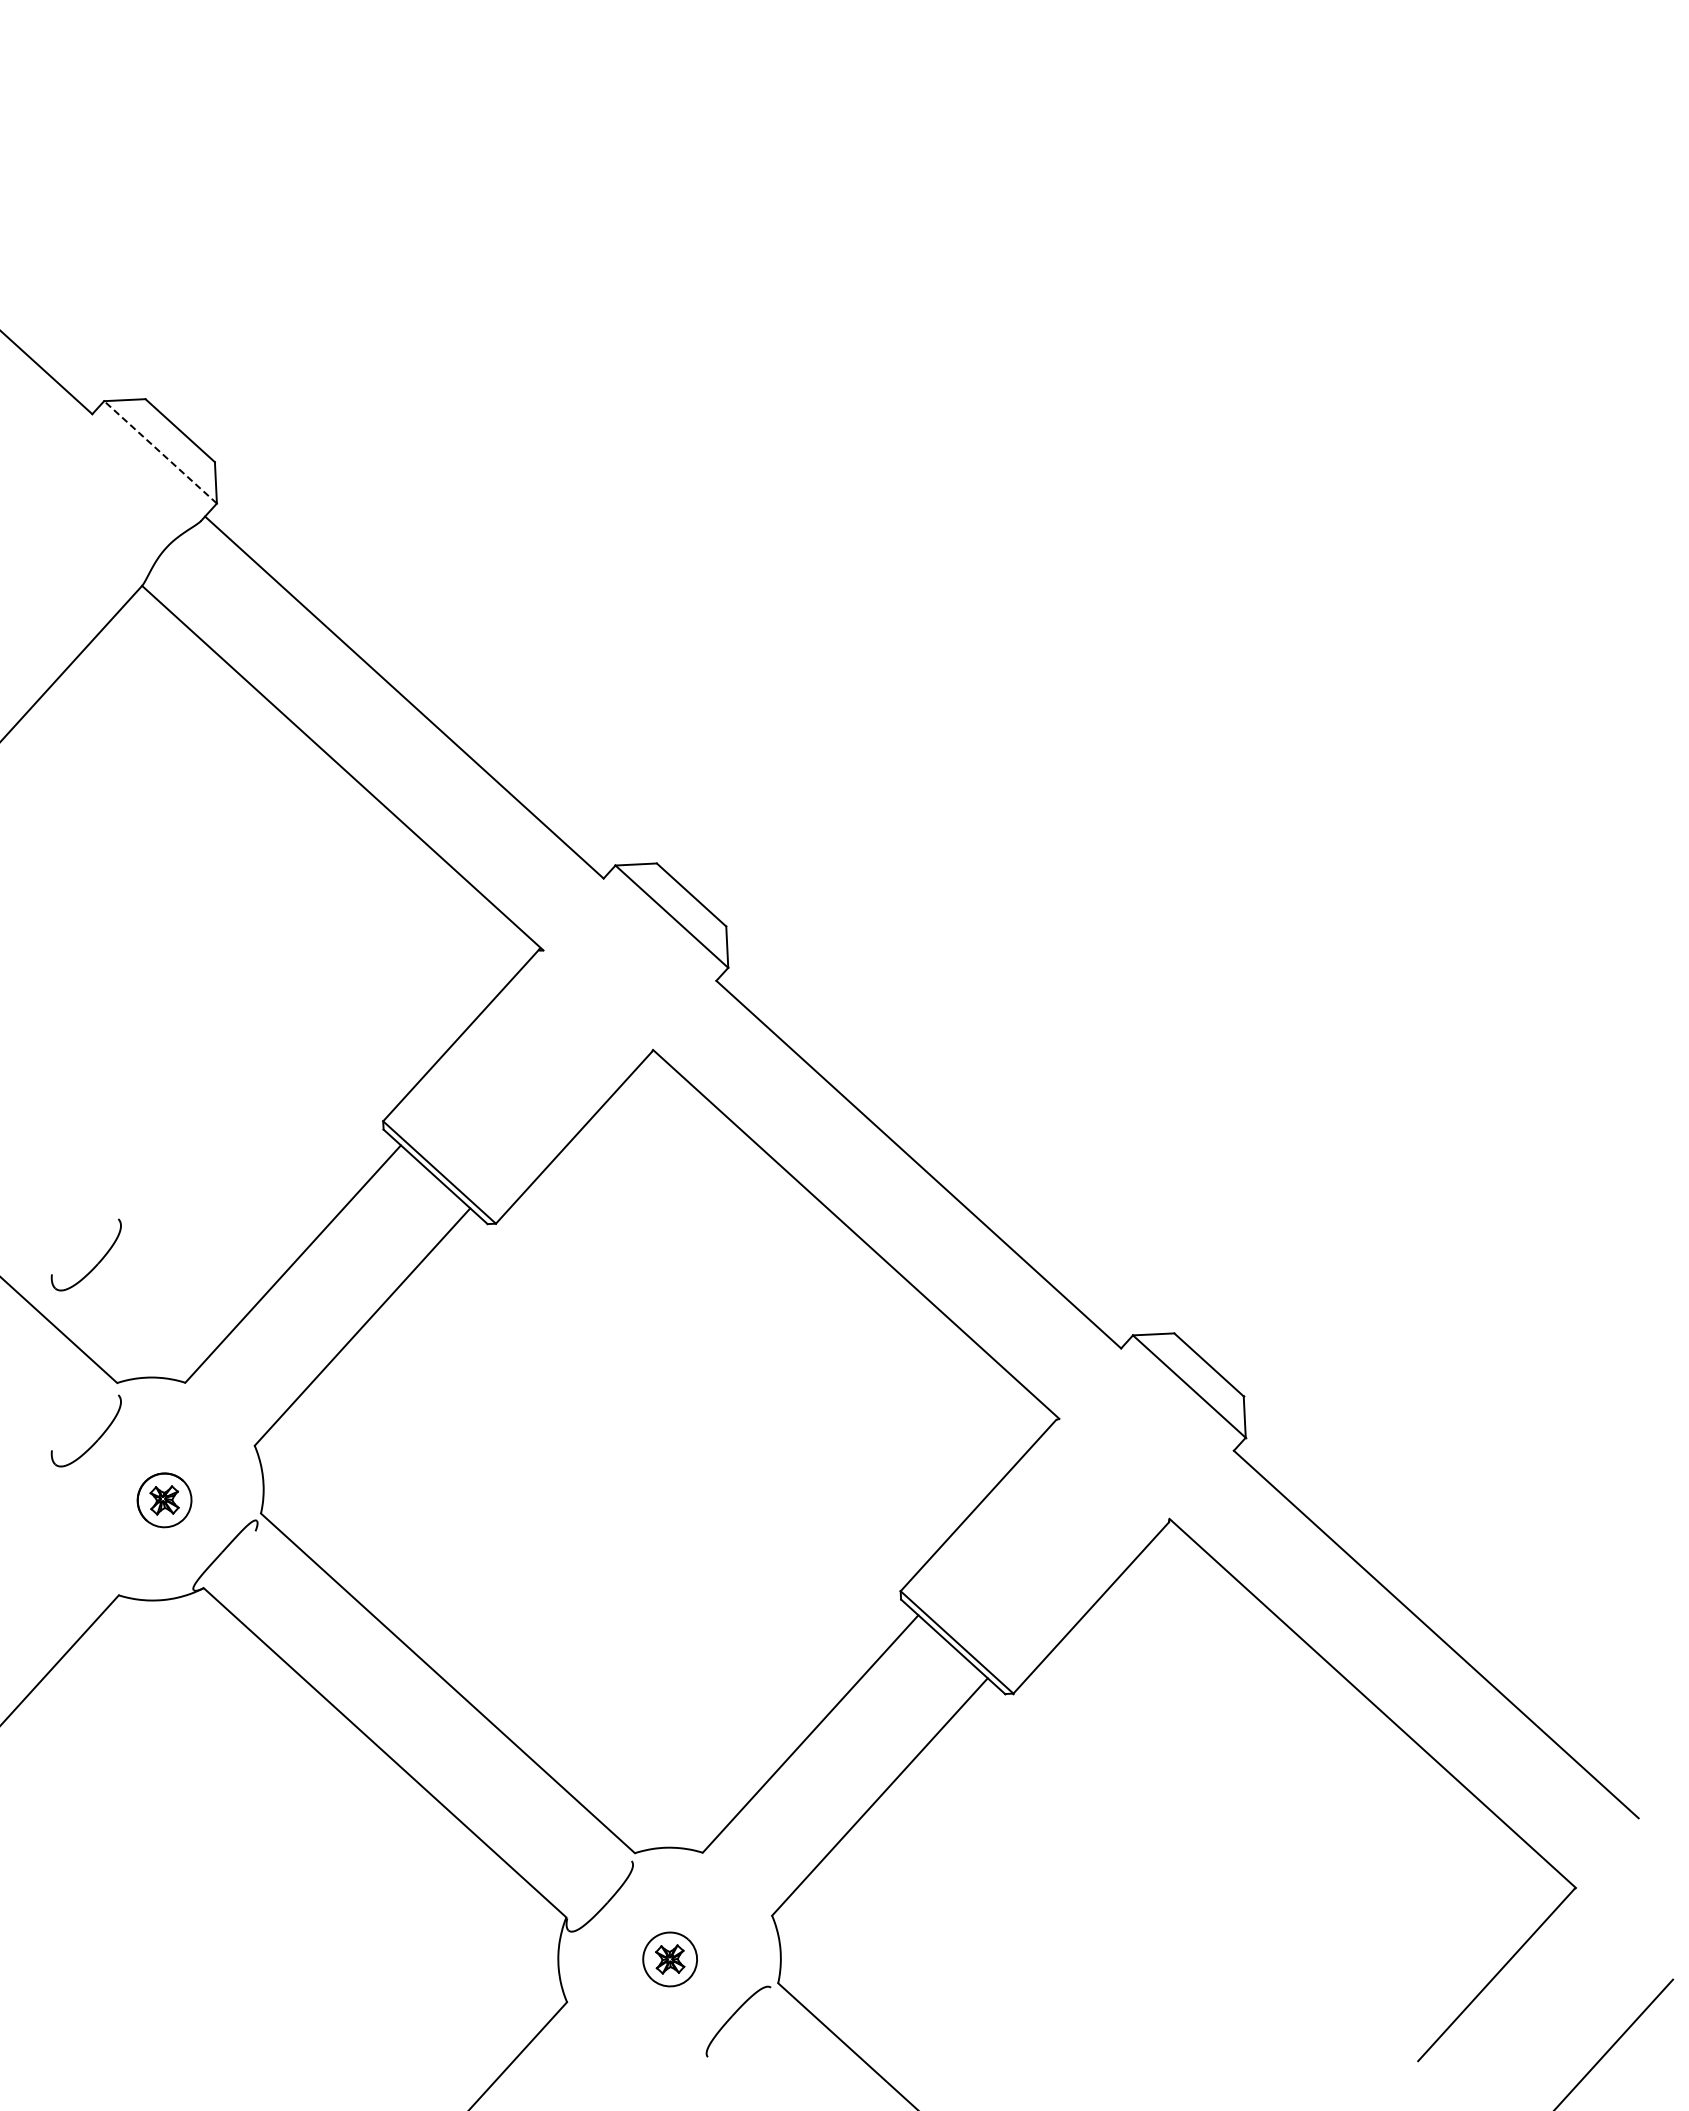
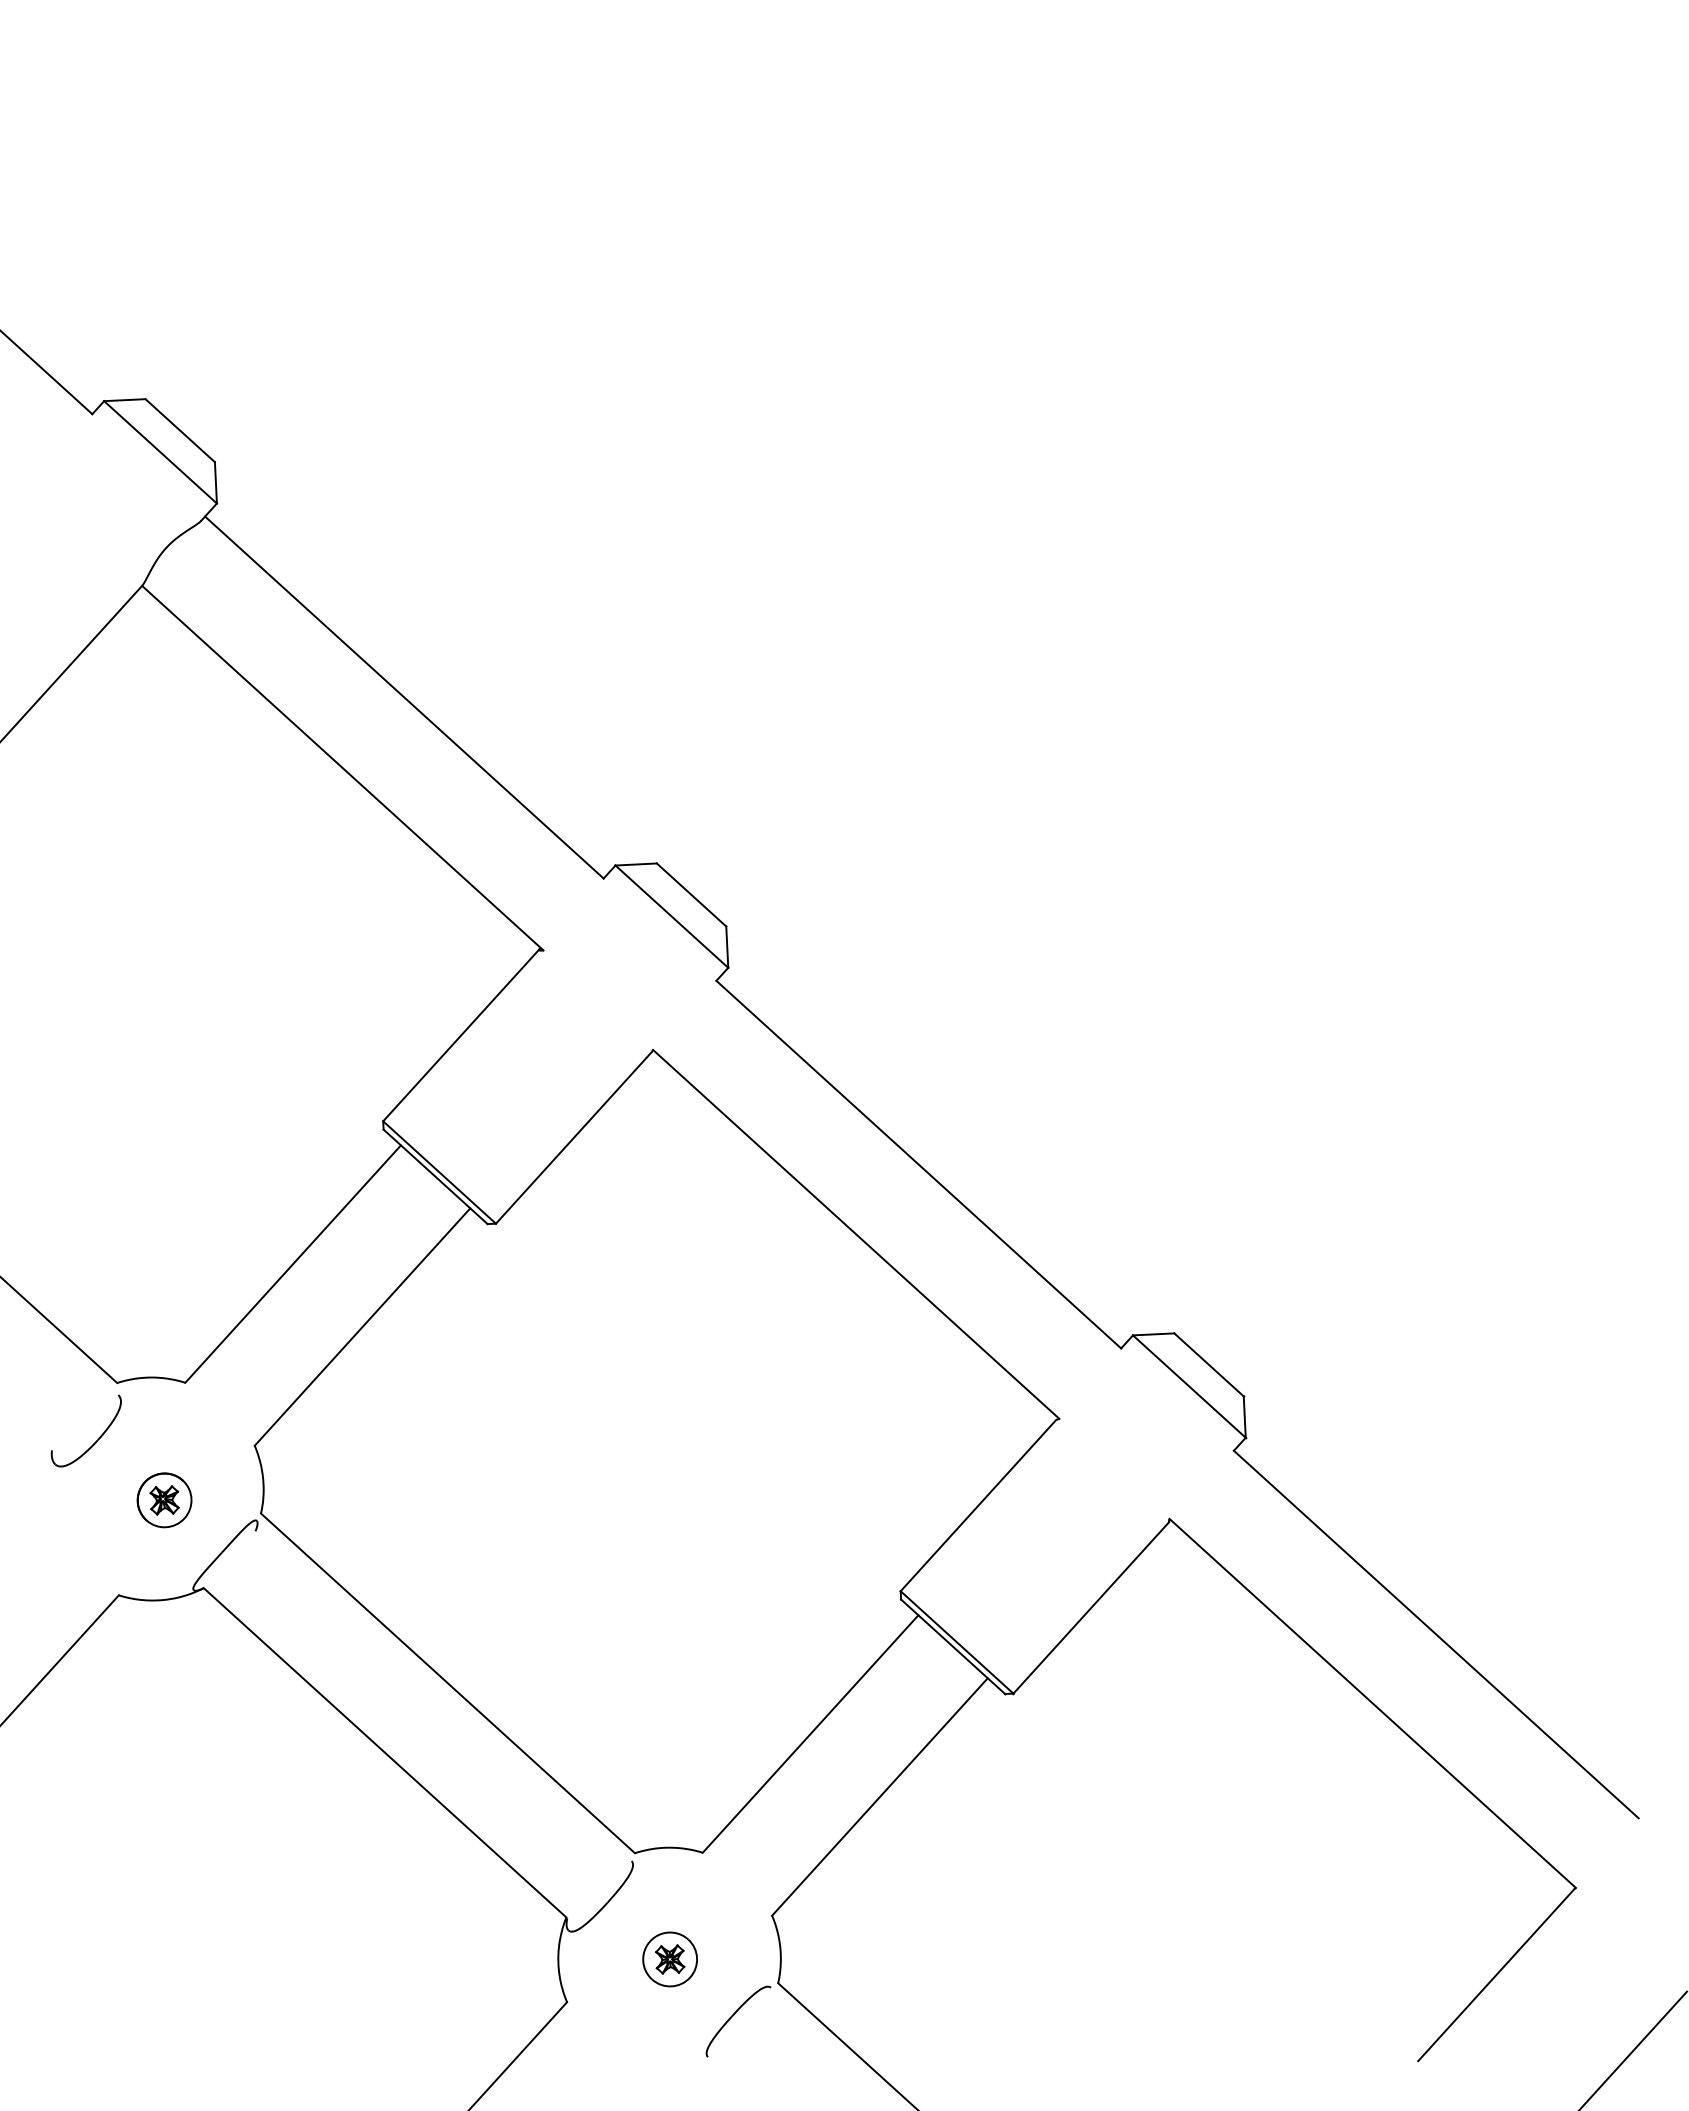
line at (160, 452): dashed -> solid
part at (98, 1261): present -> none
line at (1614, 2043) position: (1614, 2043) -> (1633, 2050)
